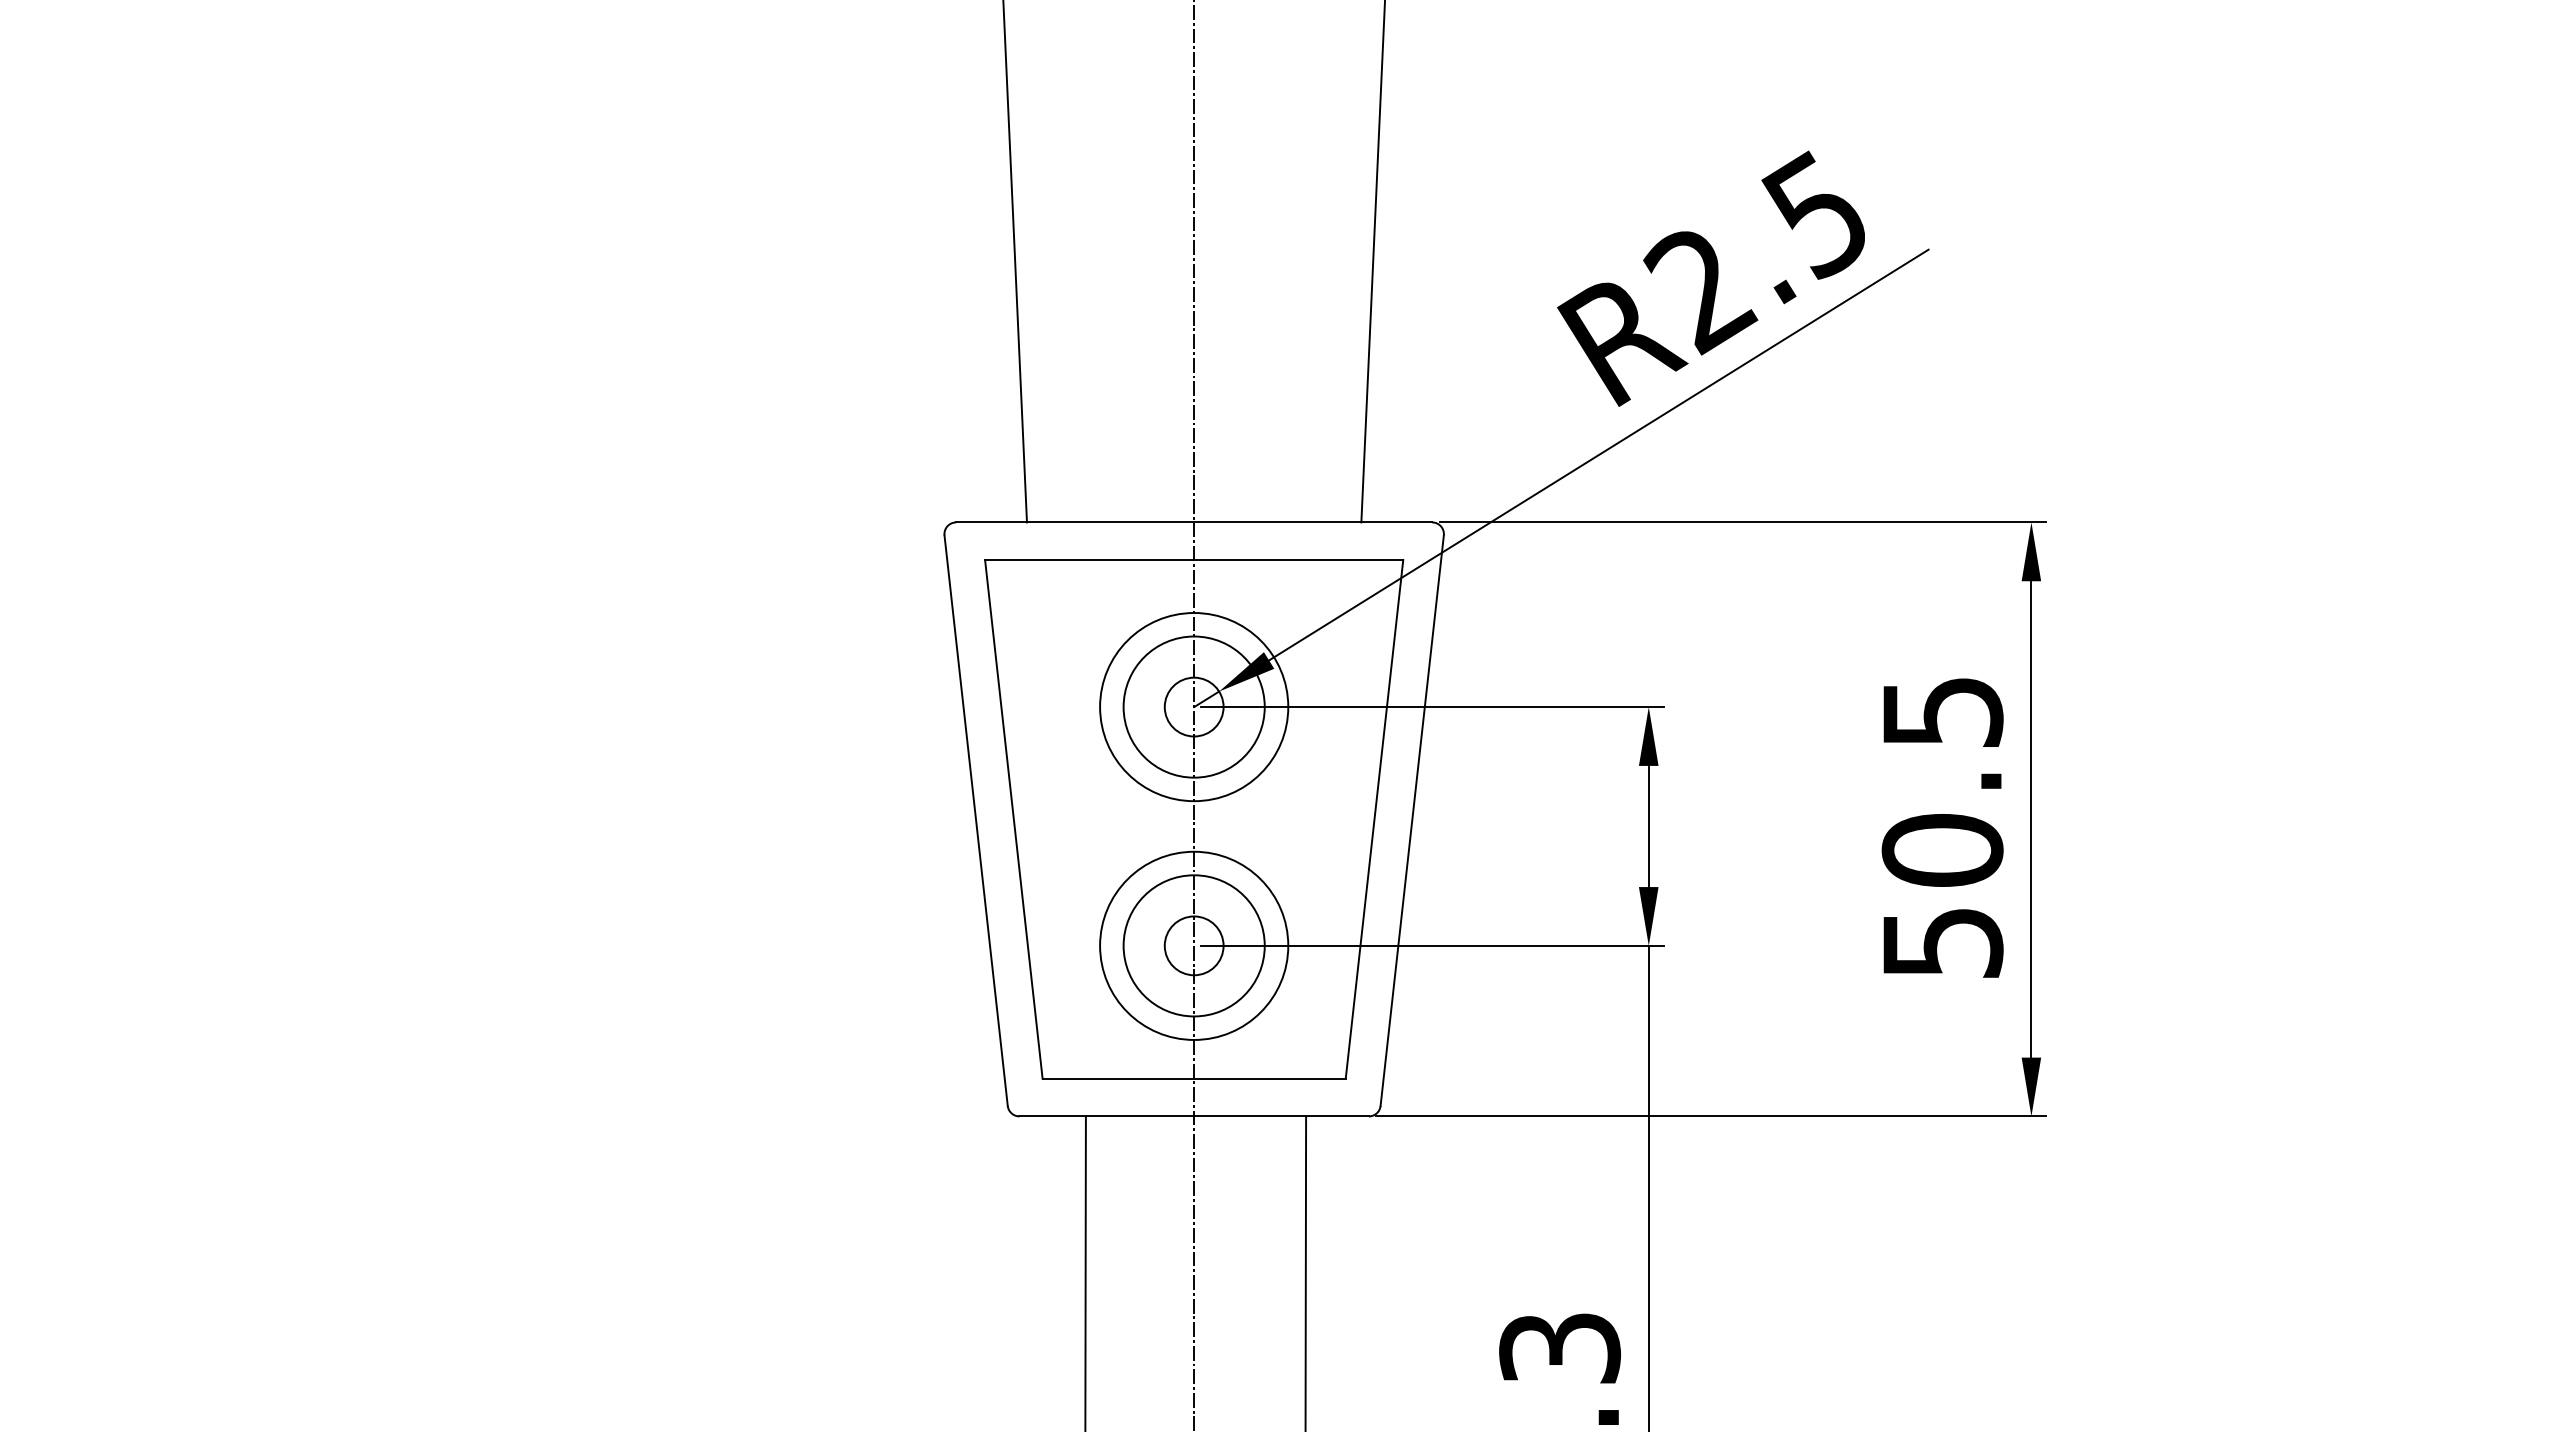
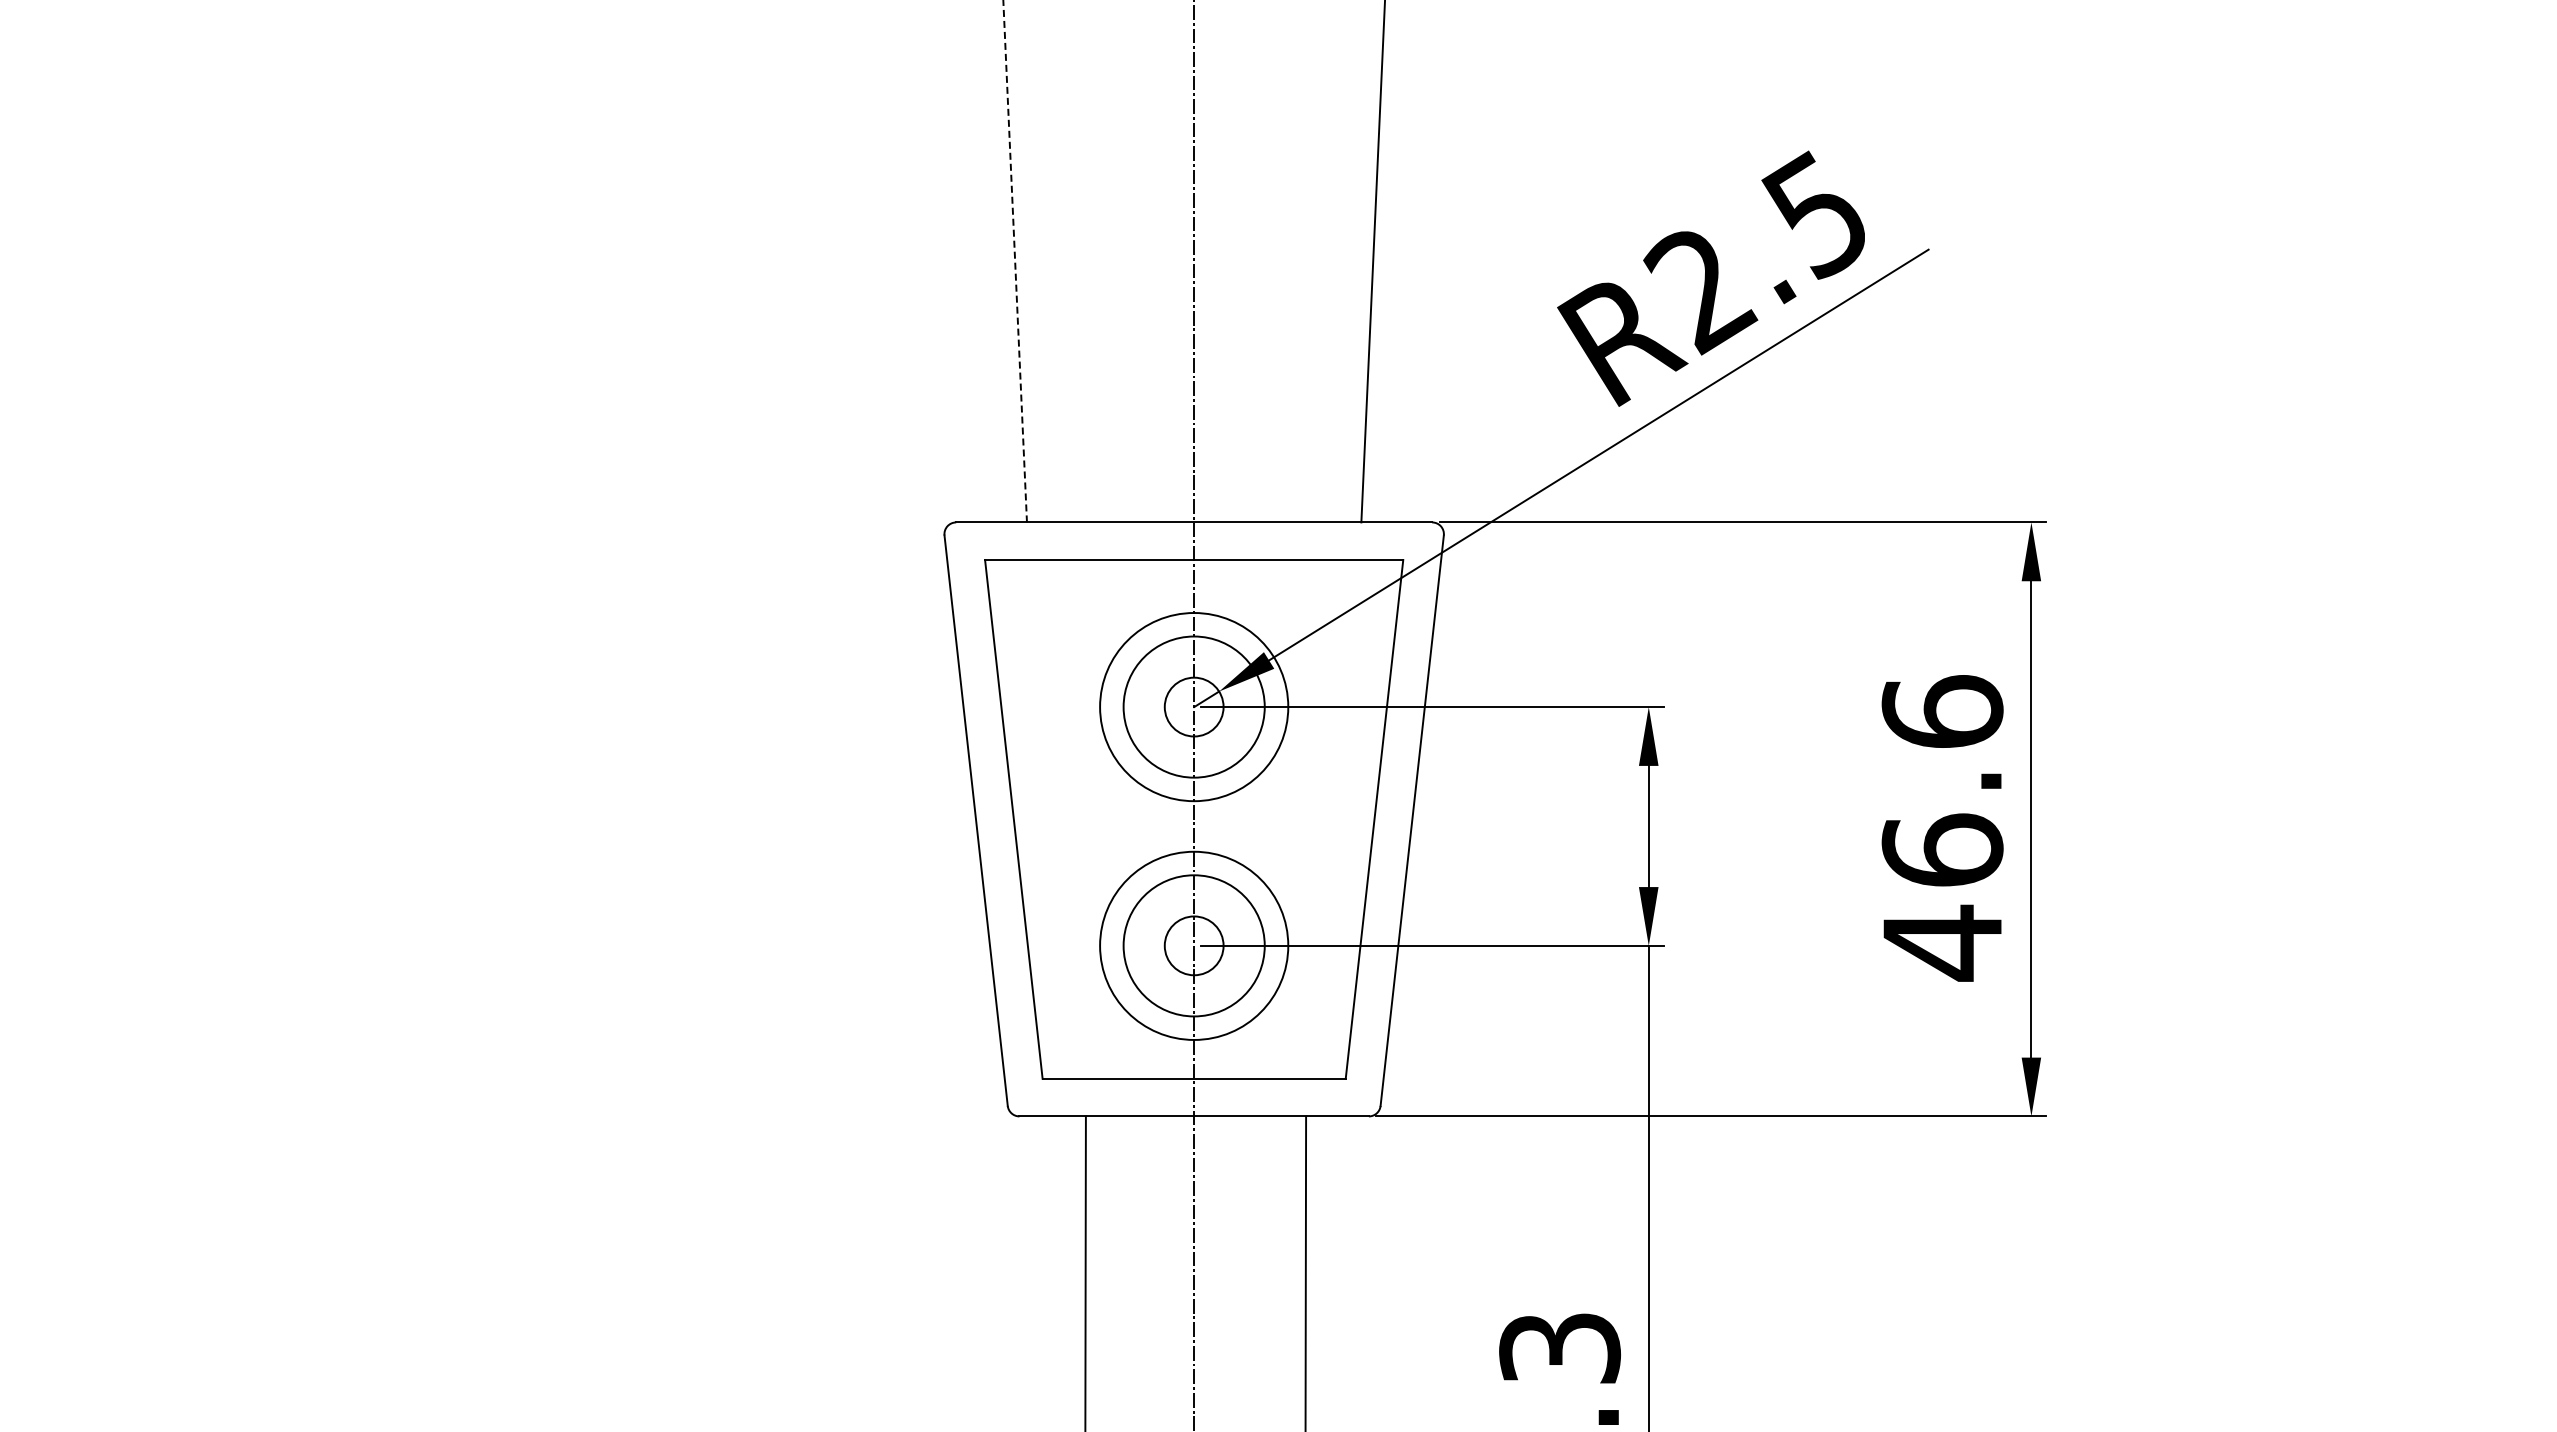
line at (1015, 260): solid -> dashed
text at (1942, 828): 50.5 -> 46.6
